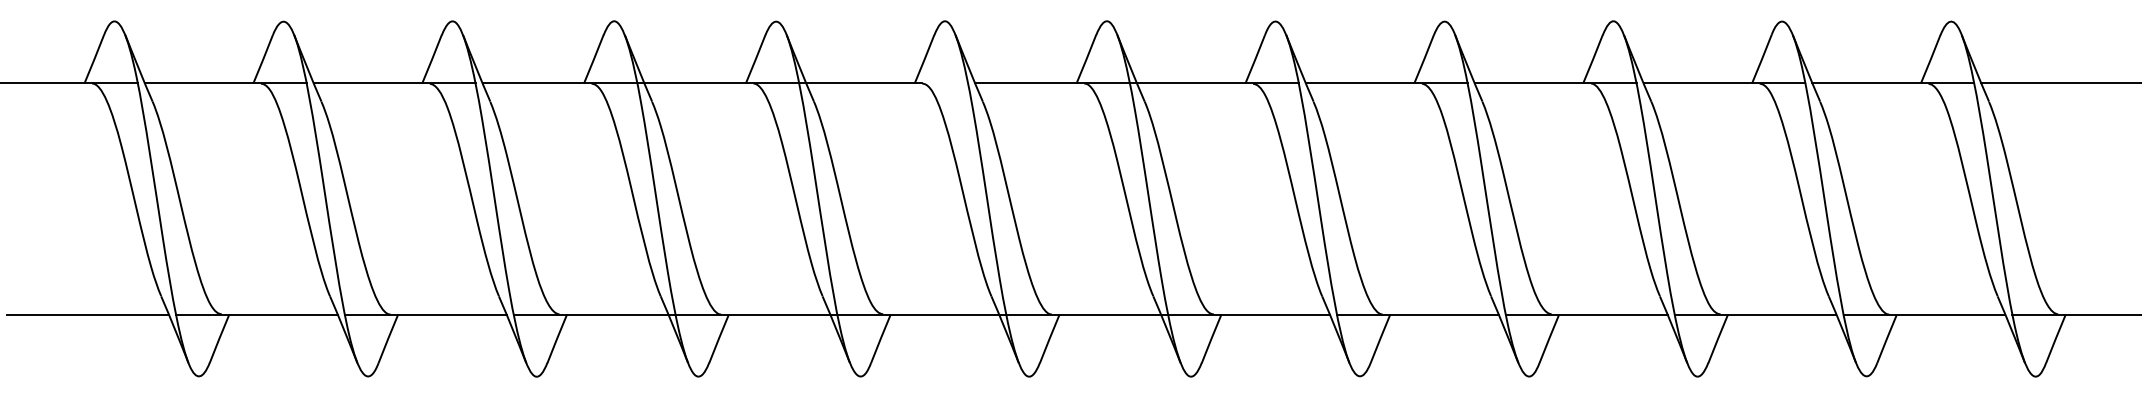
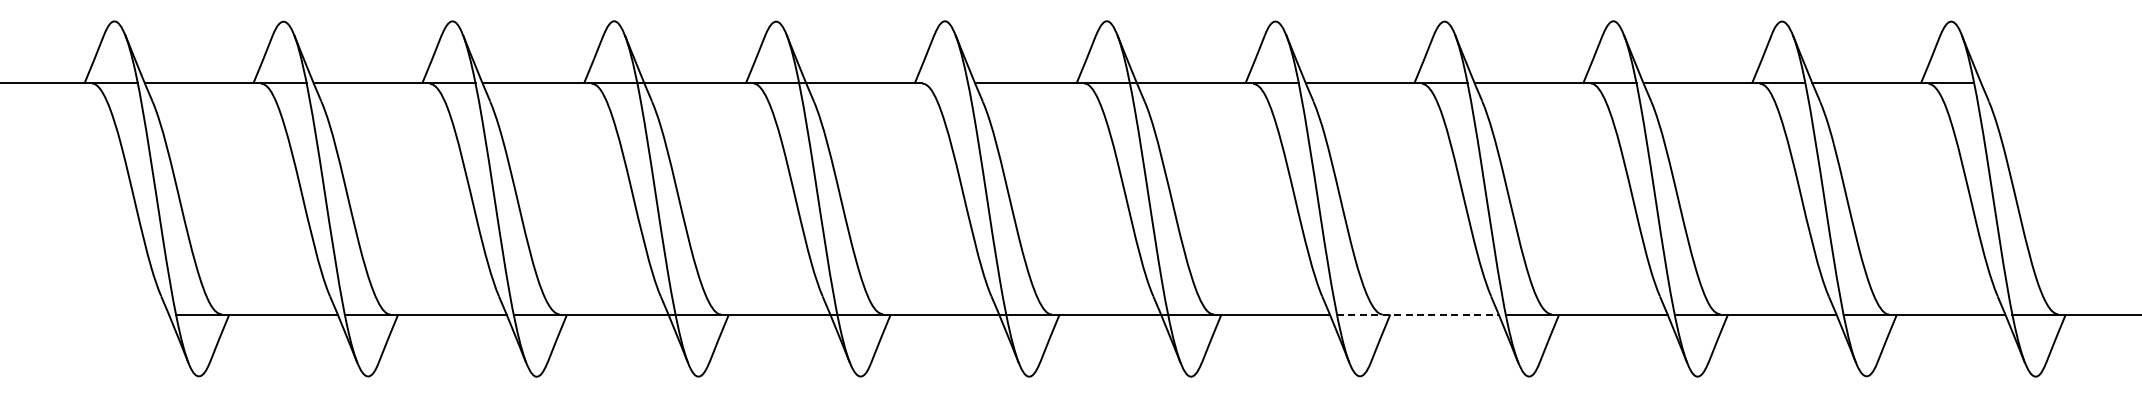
line at (2059, 83): present -> none
line at (87, 314): present -> none
line at (1417, 314): solid -> dashed
